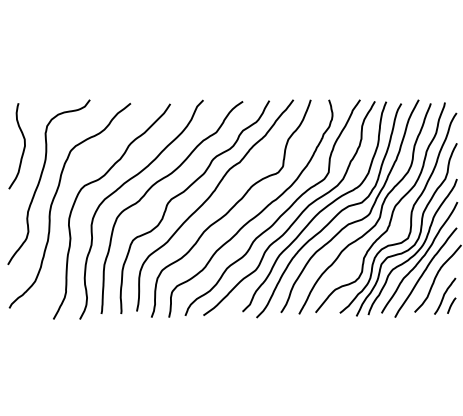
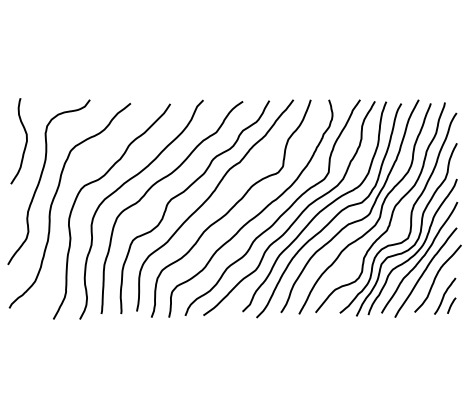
curve at (23, 147) position: (23, 147) -> (25, 142)
